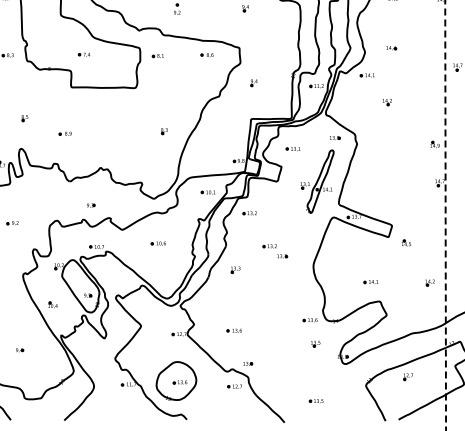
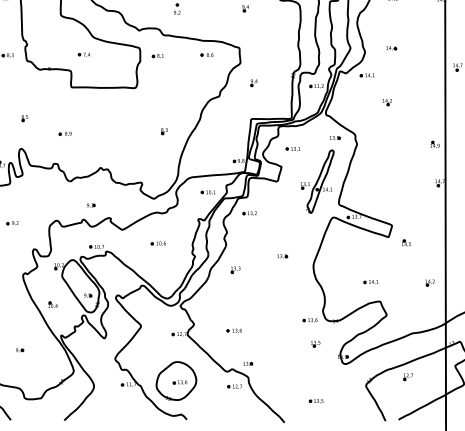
line at (445, 215): dashed -> solid
part at (269, 246): present -> none
